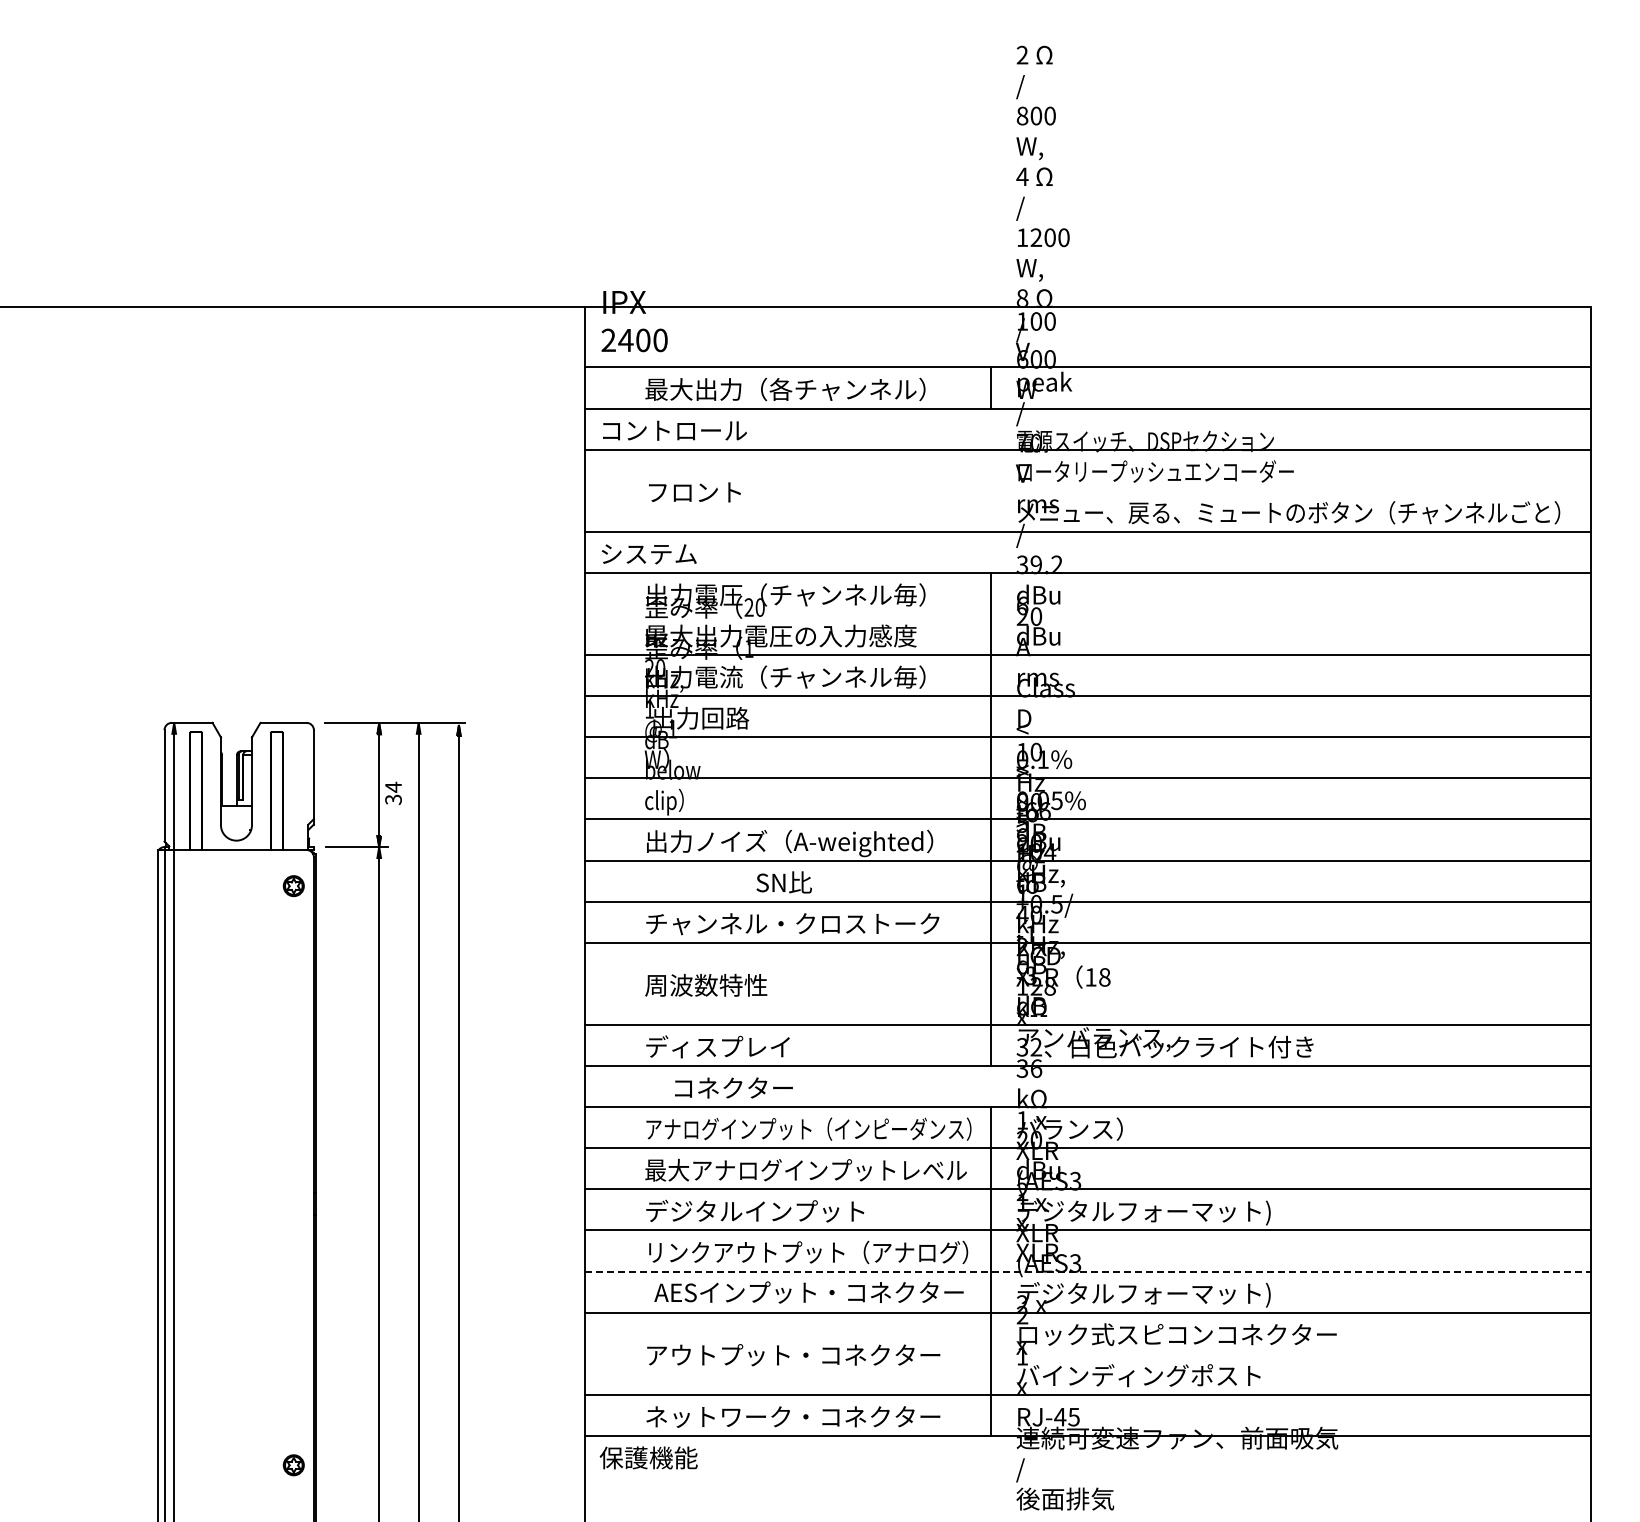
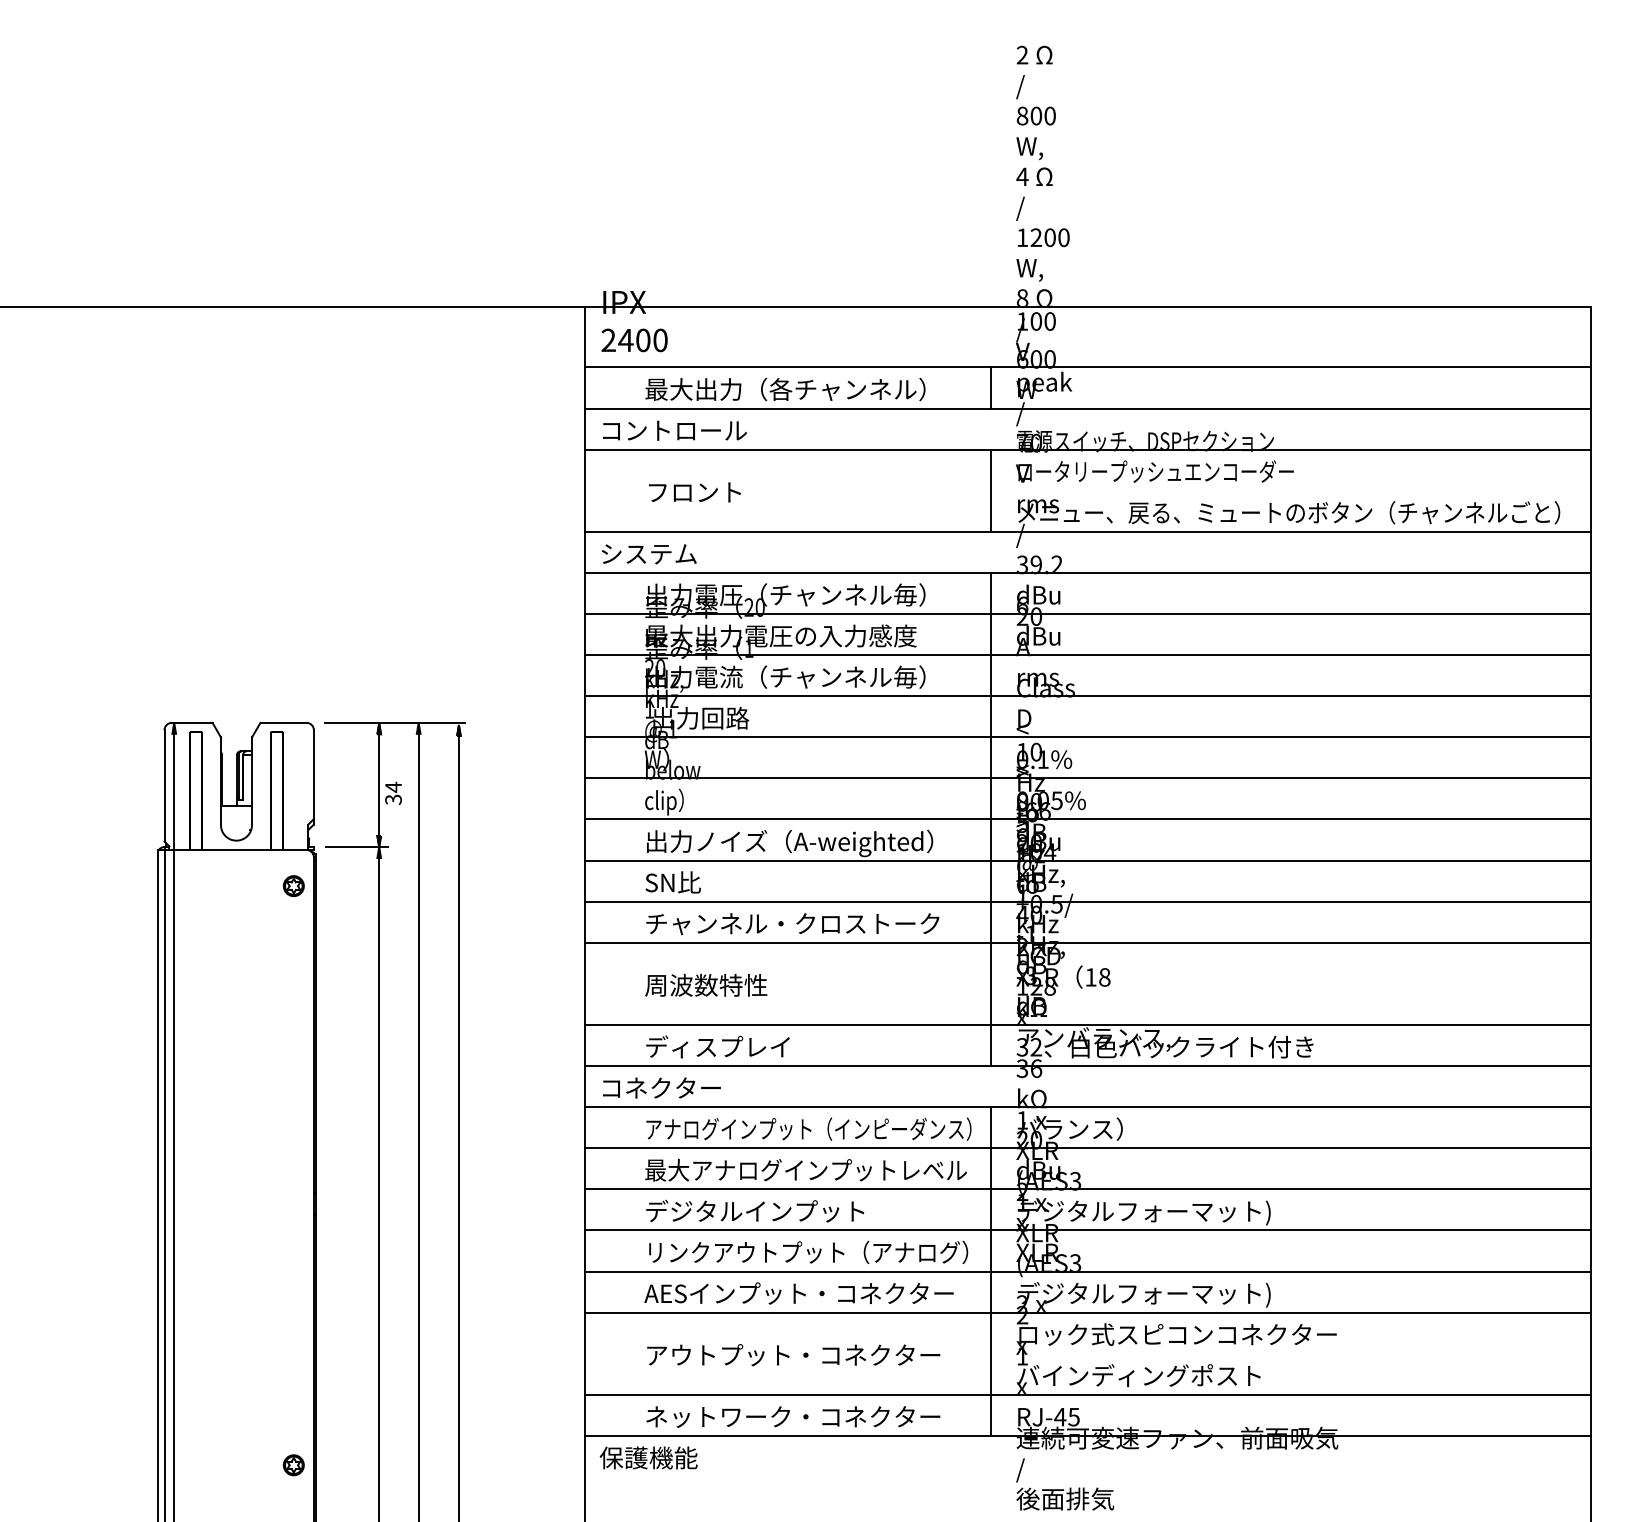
line at (991, 490): none -> present
line at (1087, 614): none -> present
text at (783, 882) position: (783, 882) -> (672, 882)
text at (733, 1087) position: (733, 1087) -> (661, 1087)
line at (1087, 1271): dashed -> solid
text at (808, 1292) position: (808, 1292) -> (798, 1293)
